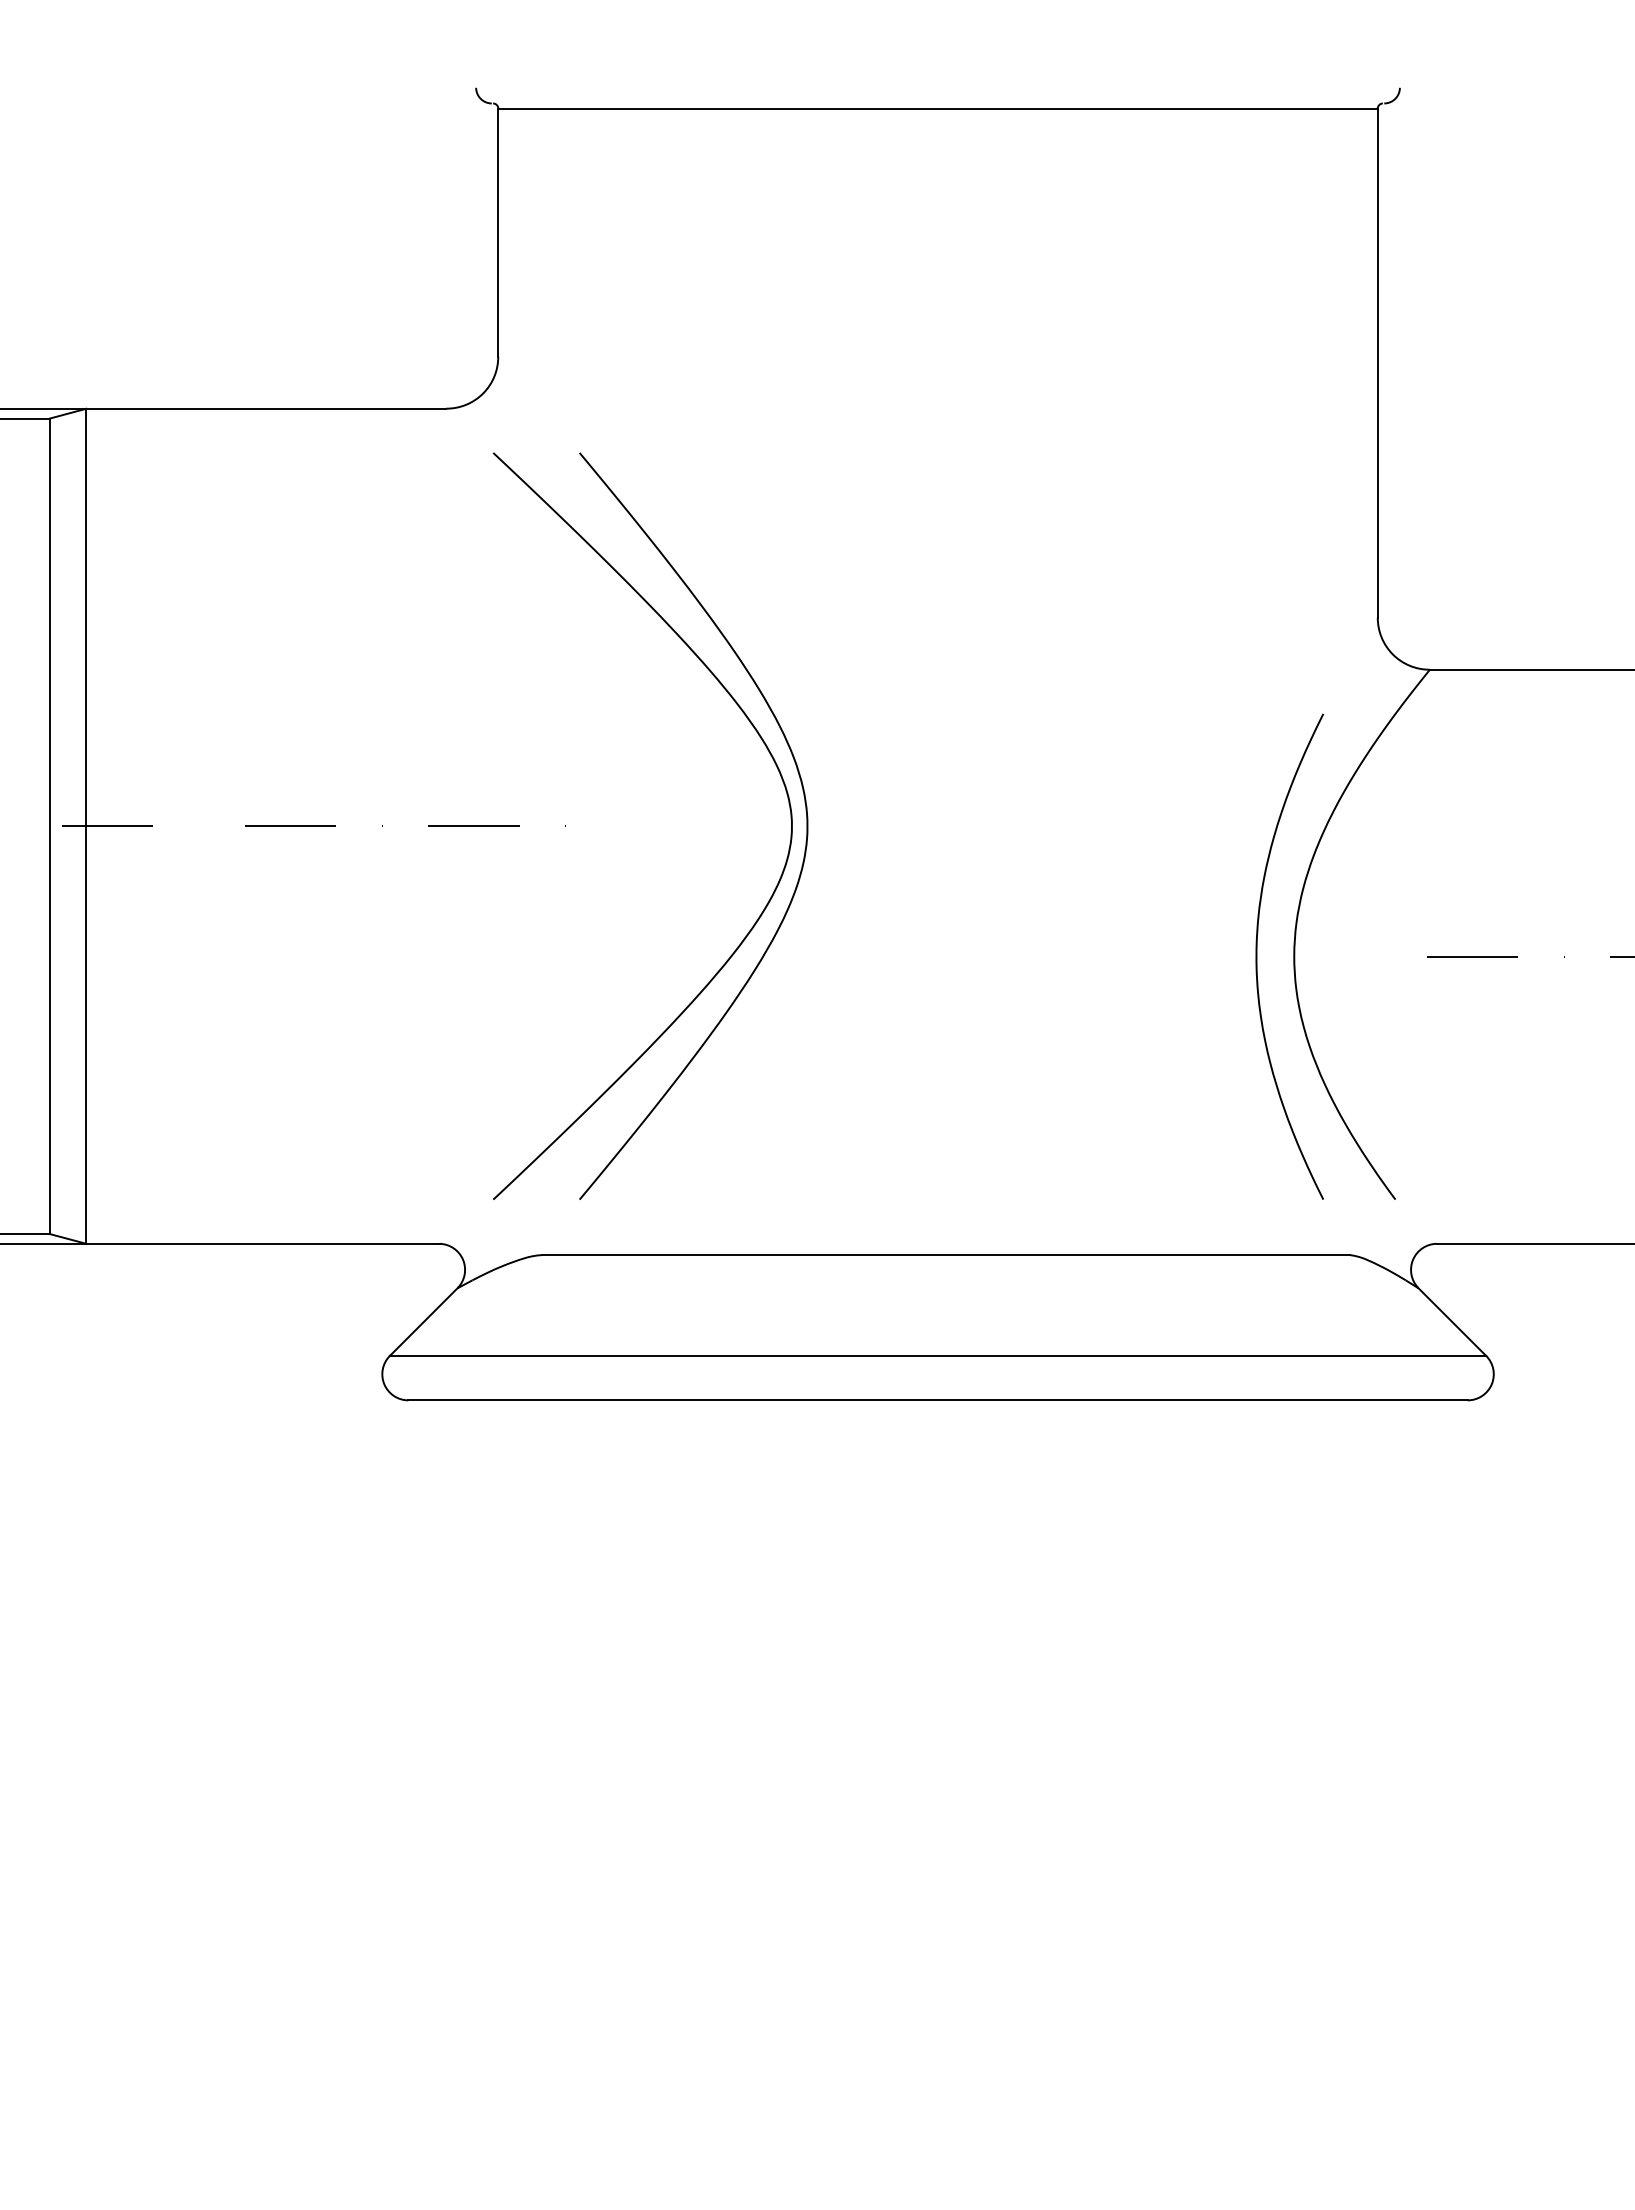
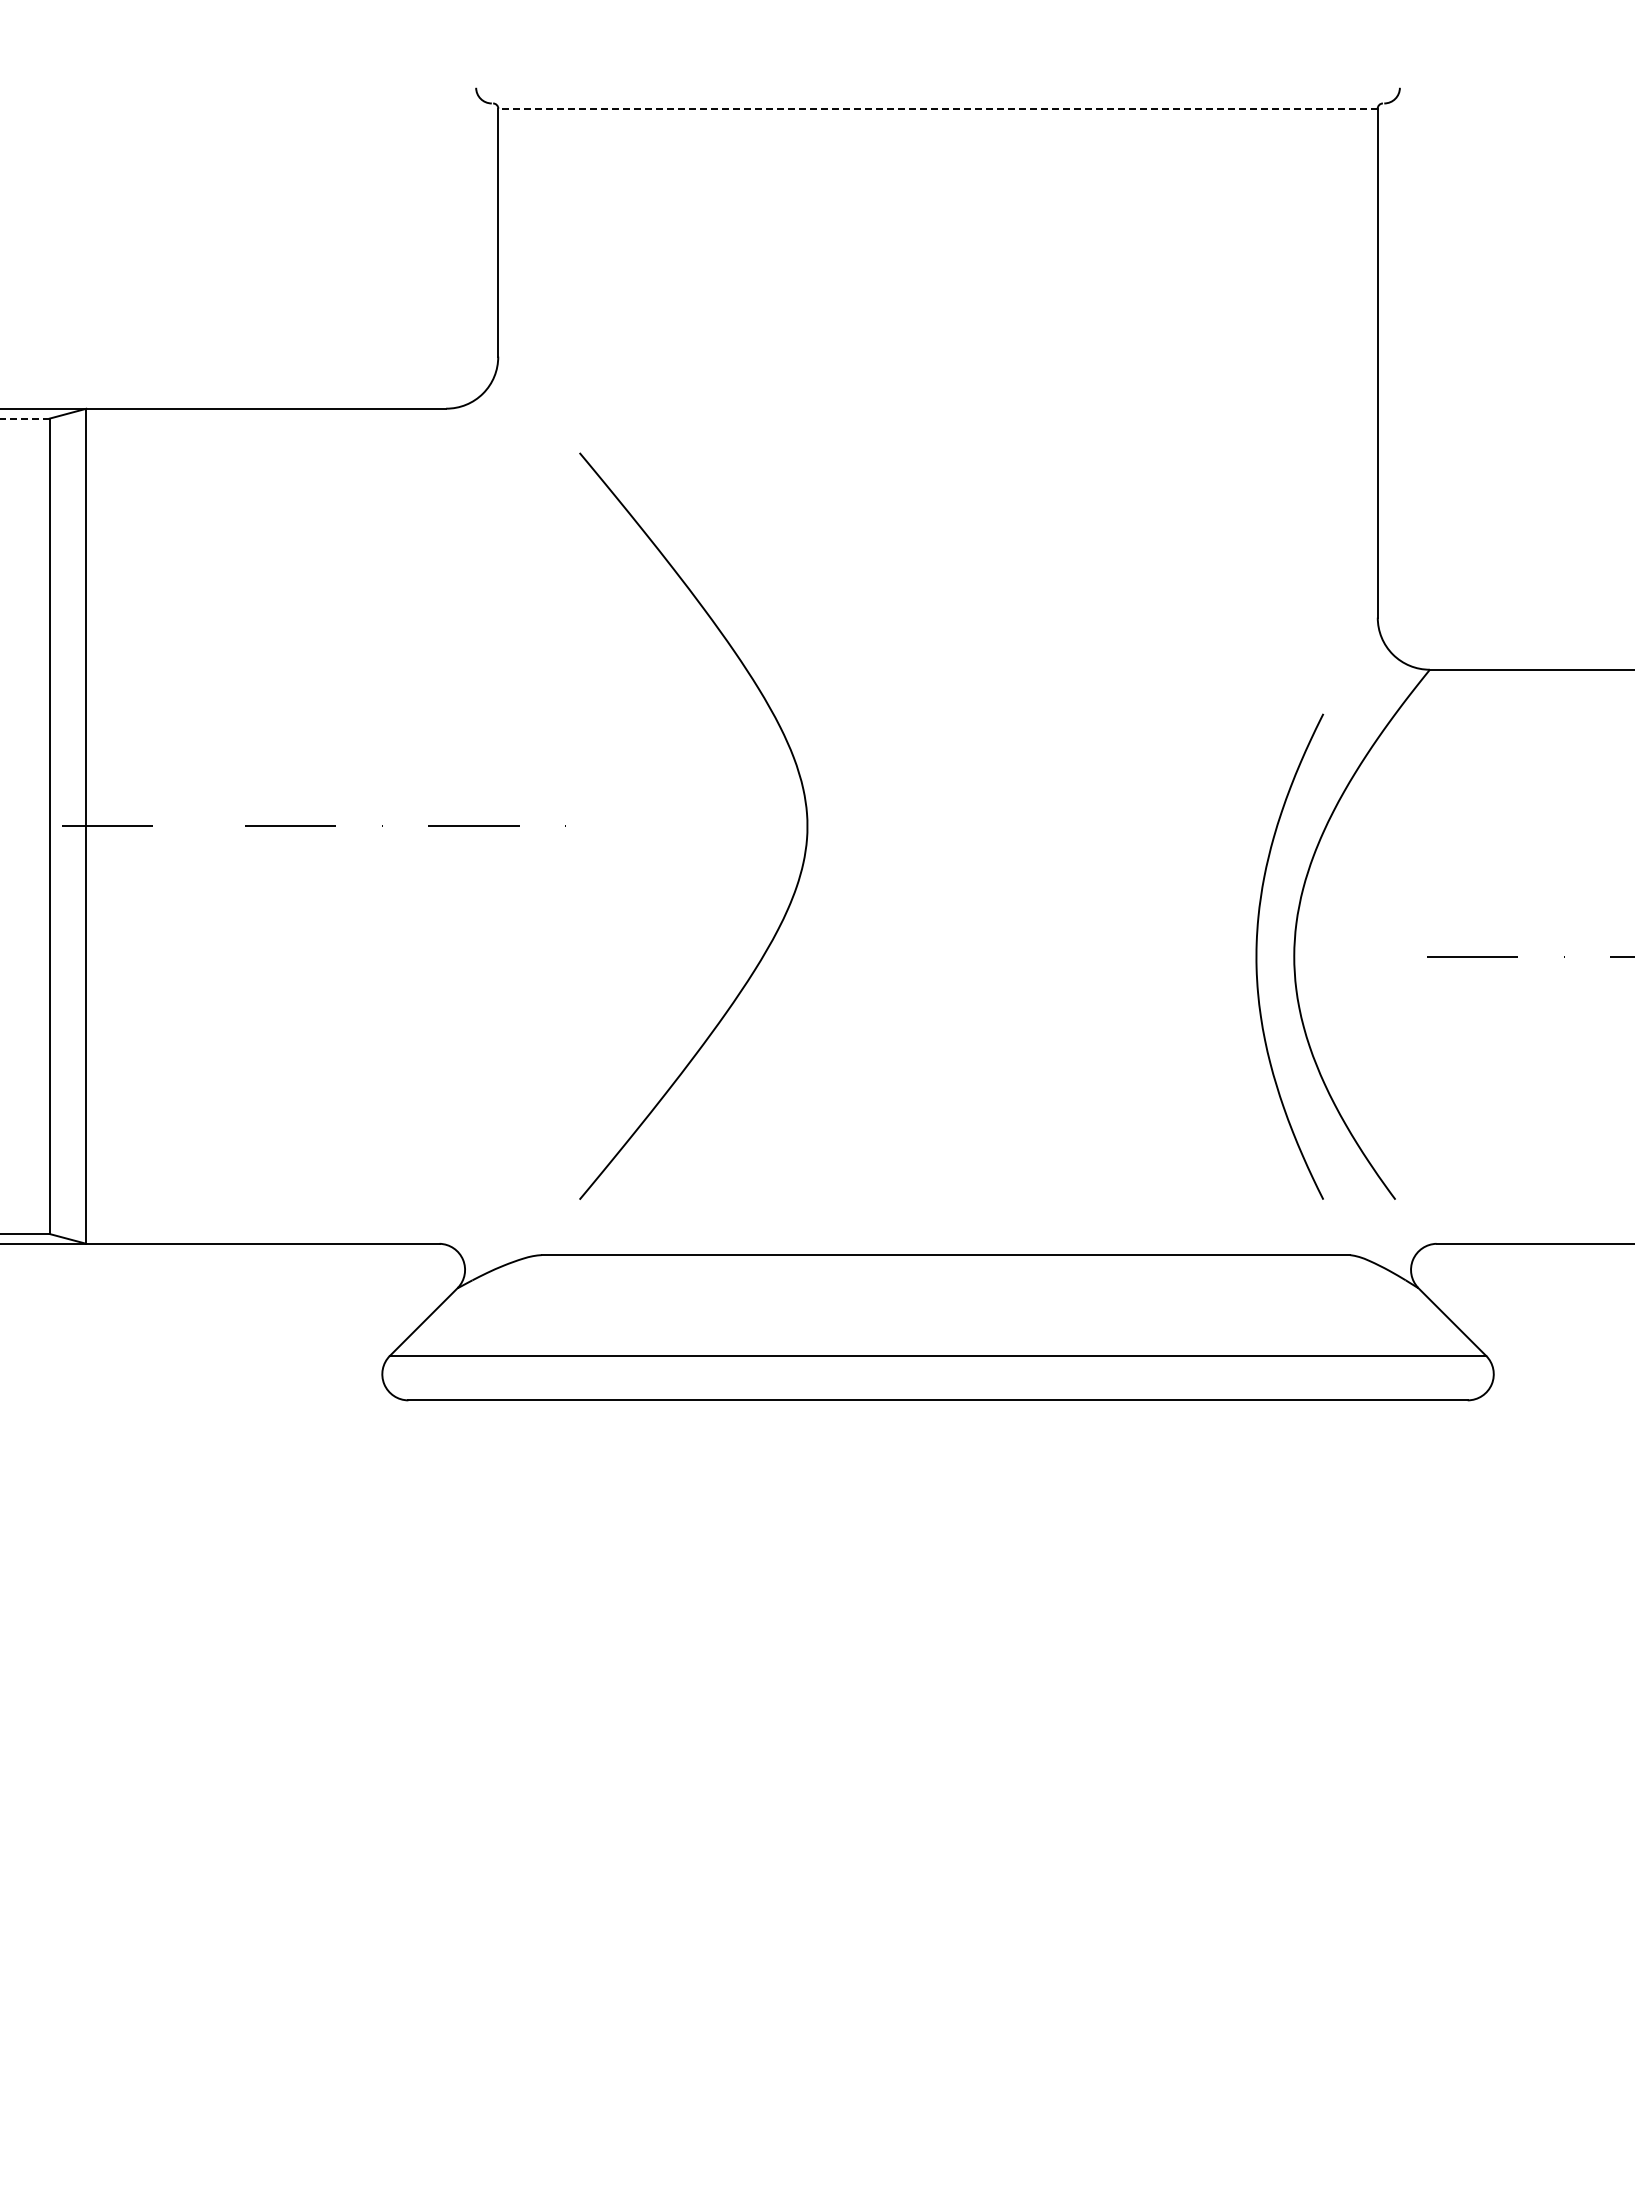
line at (938, 108): solid -> dashed
line at (24, 418): solid -> dashed
curve at (768, 752): present -> none
